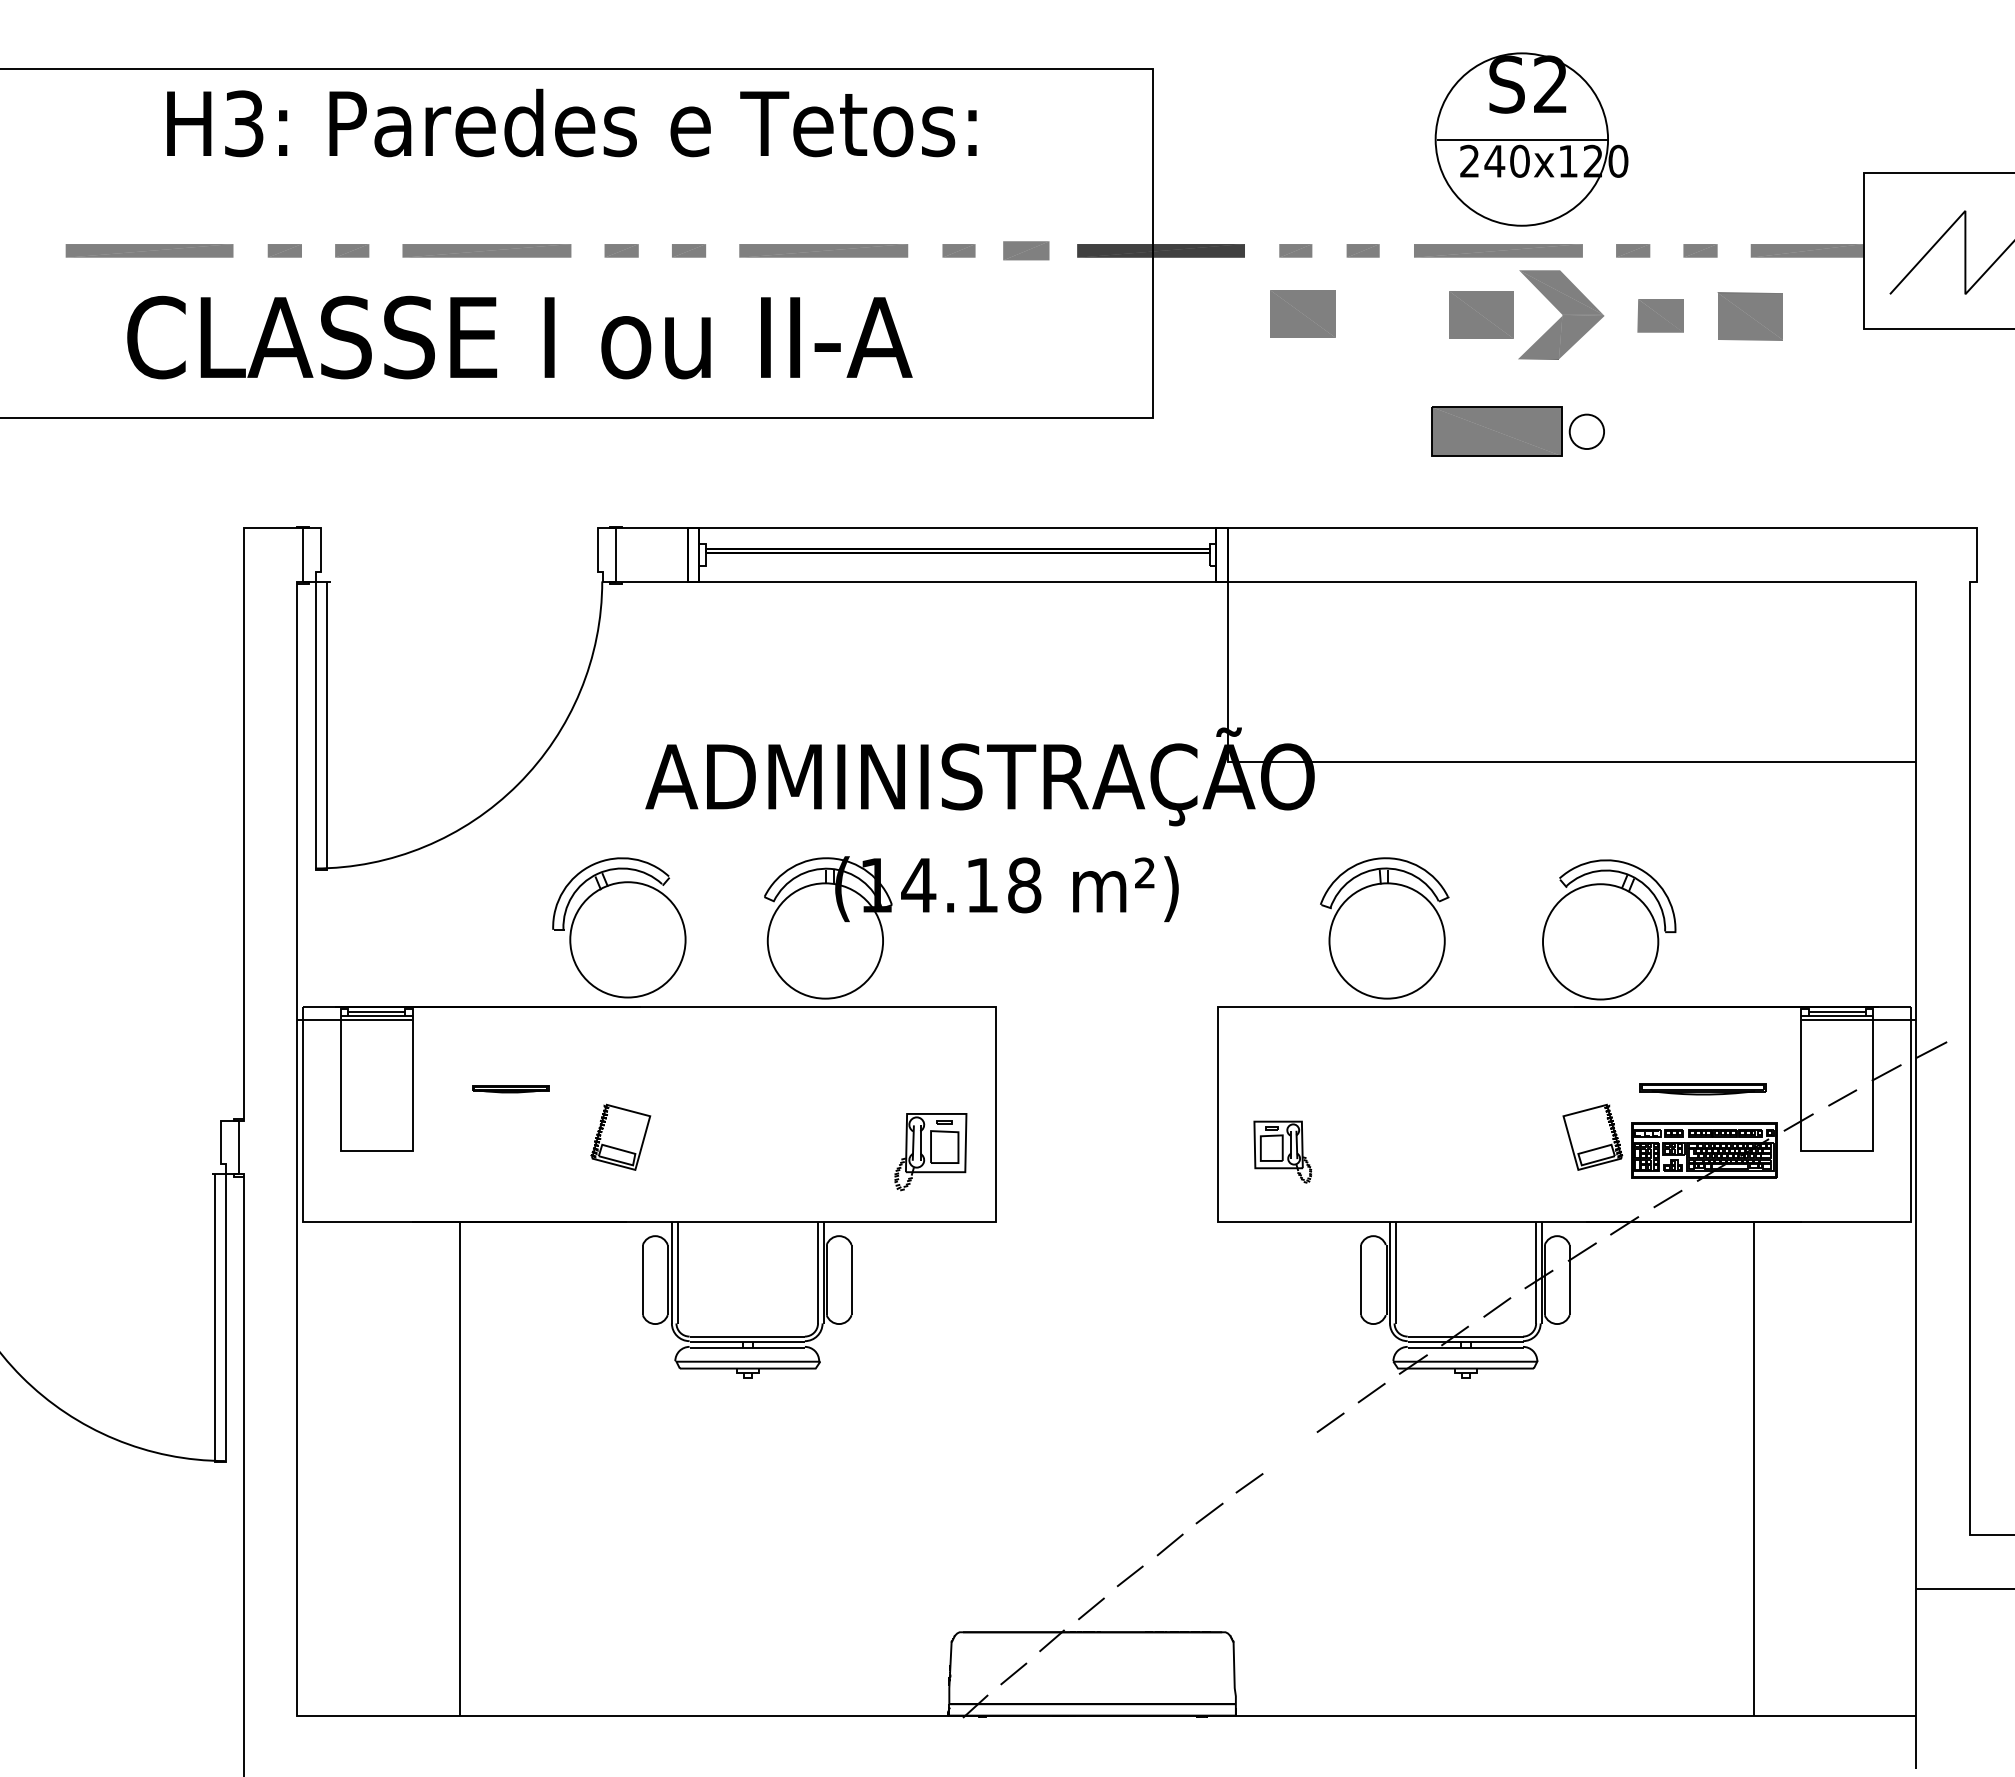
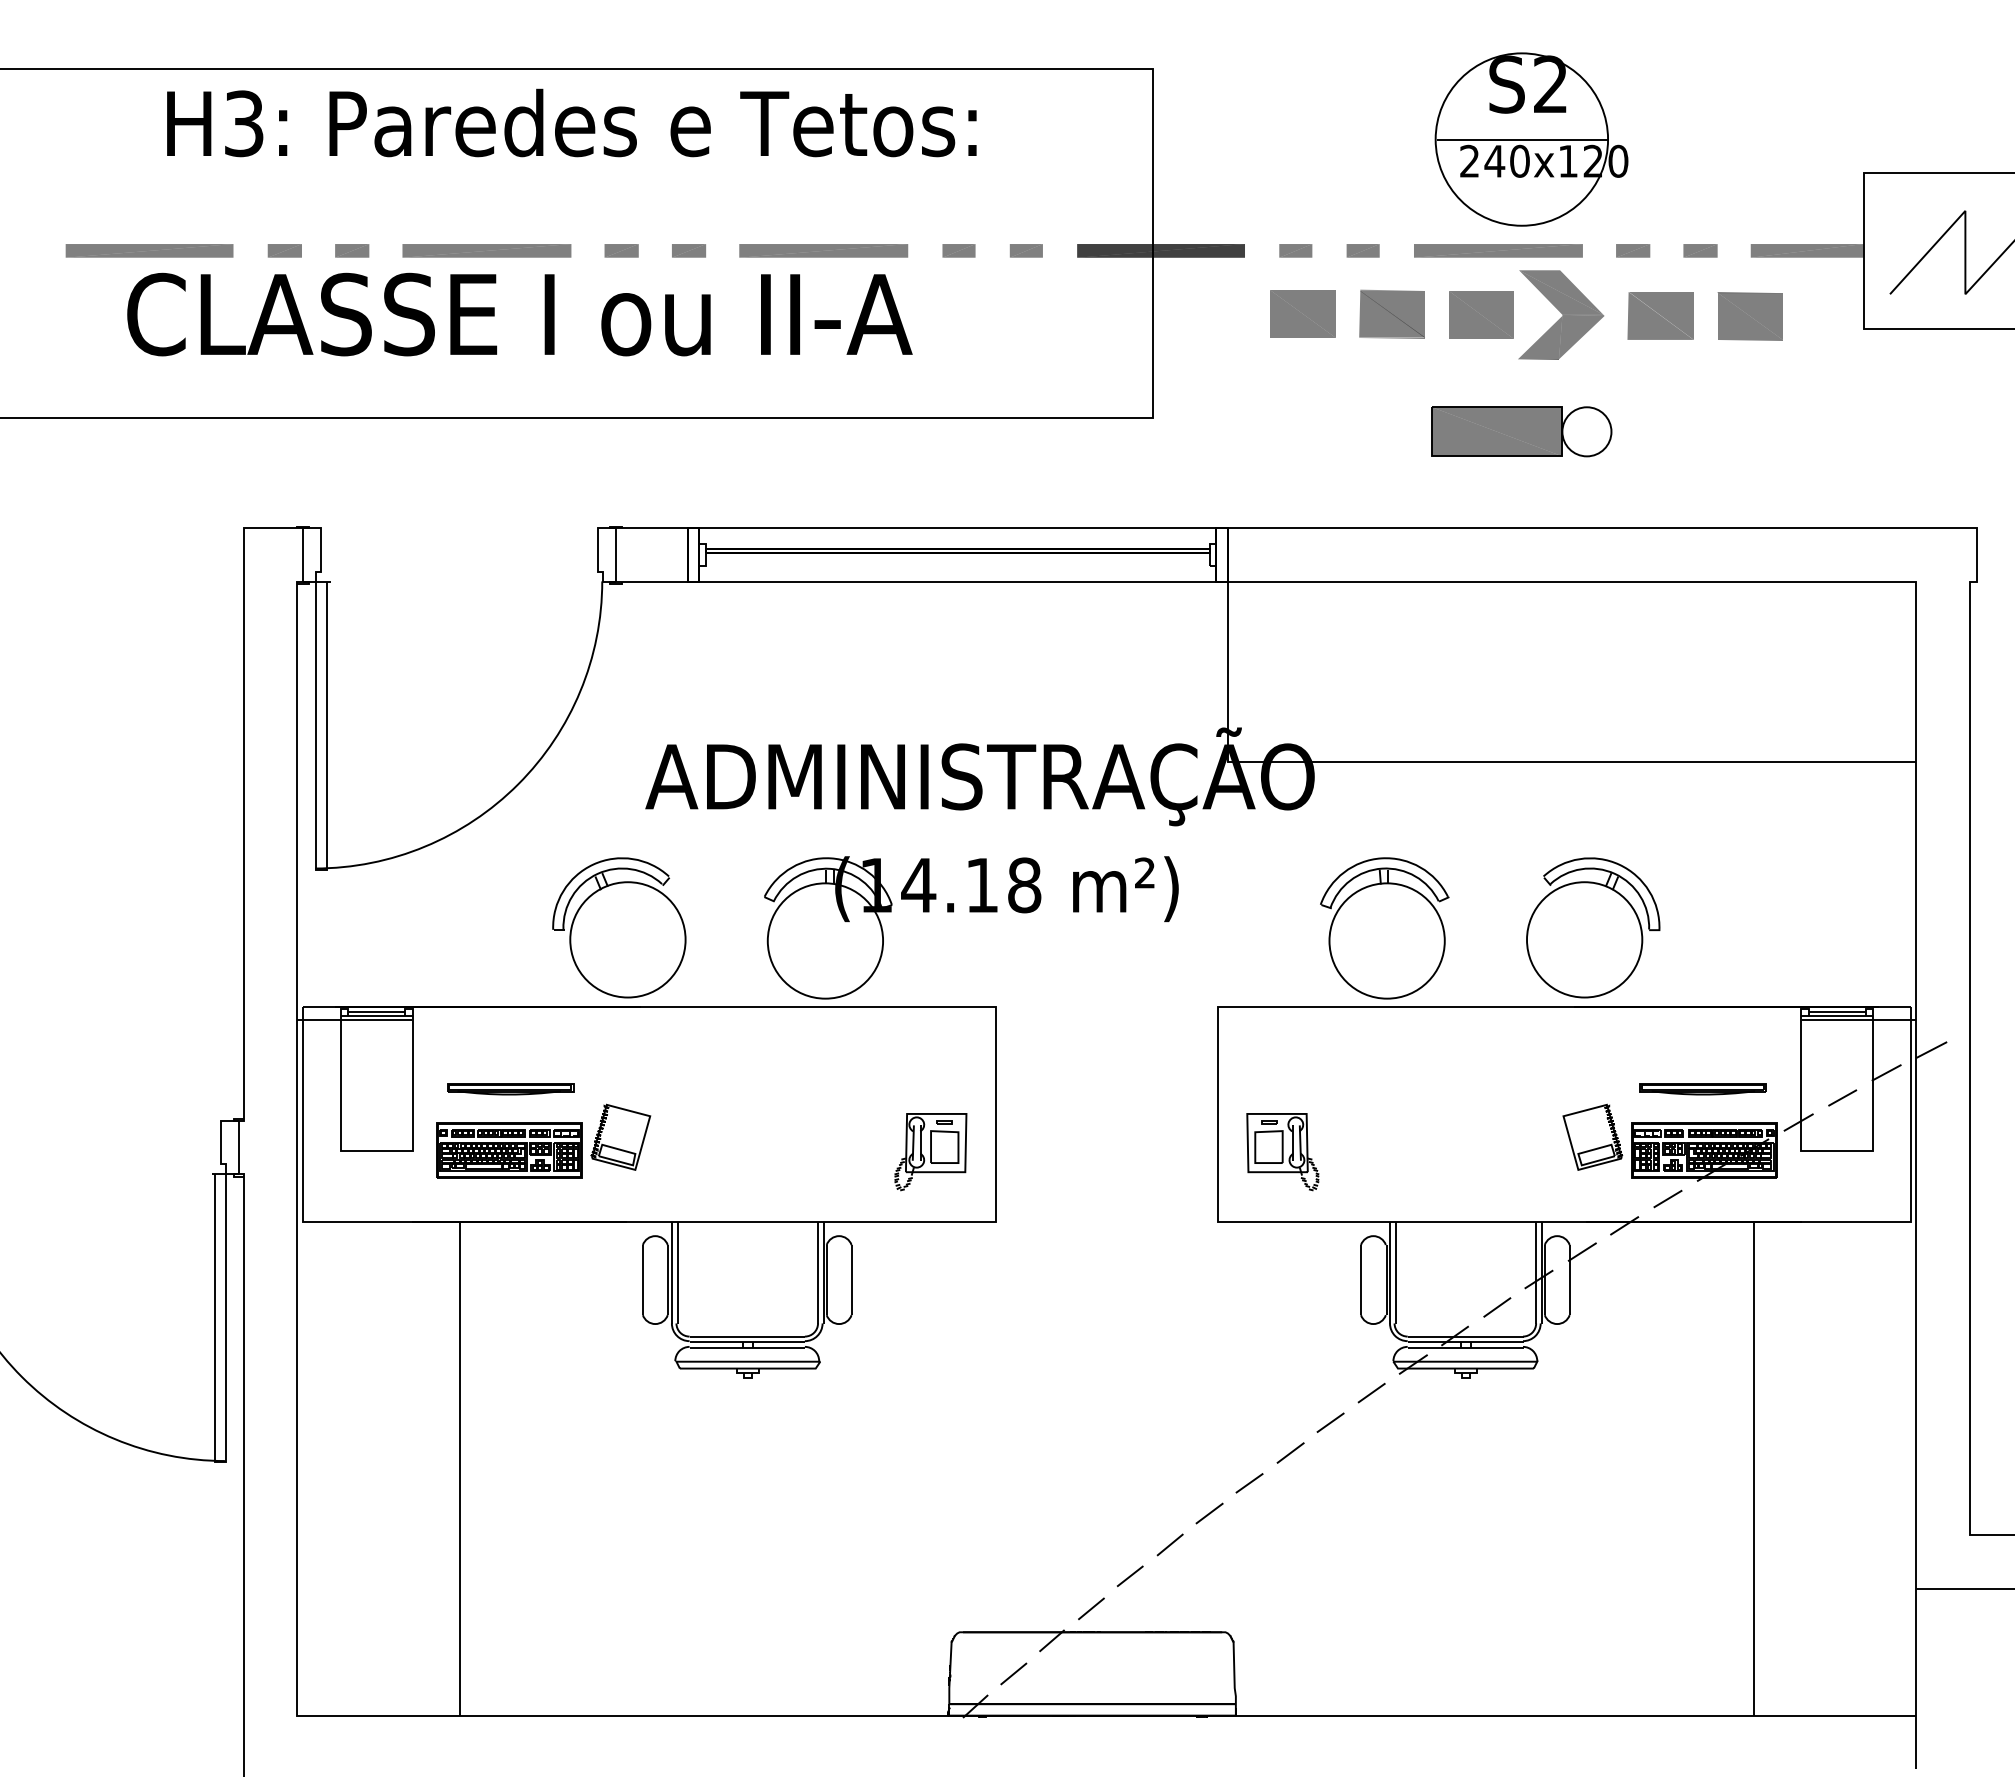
part at (1026, 250) size: 47x20 px -> 33x14 px
part at (1391, 313): none -> present
part at (1660, 315) size: 47x34 px -> 67x48 px
text at (519, 337) position: (519, 337) -> (519, 314)
circle at (1586, 431) diameter: 34 px -> 49 px
part at (1609, 929) position: (1609, 929) -> (1593, 927)
part at (510, 1089) size: 78x9 px -> 128x13 px
part at (509, 1150): none -> present
part at (1282, 1151) size: 60x64 px -> 74x79 px
line at (1290, 1452): none -> present
